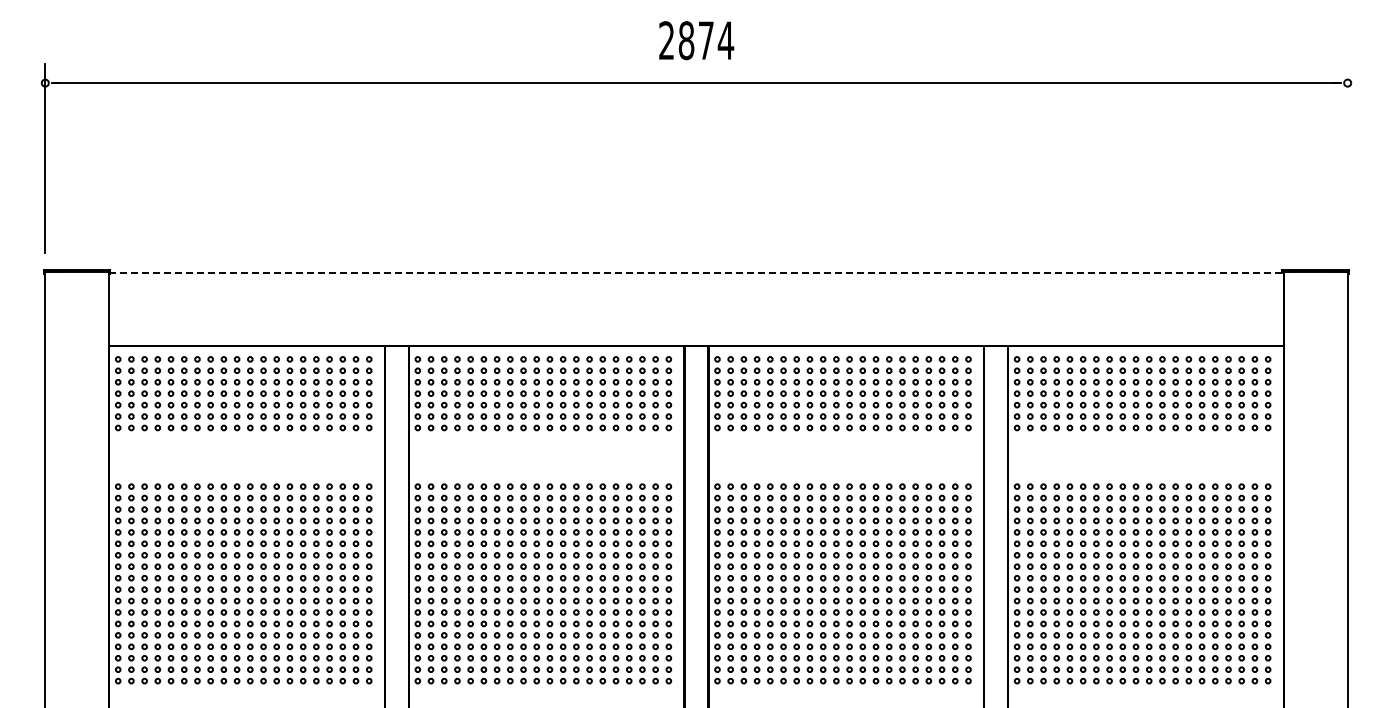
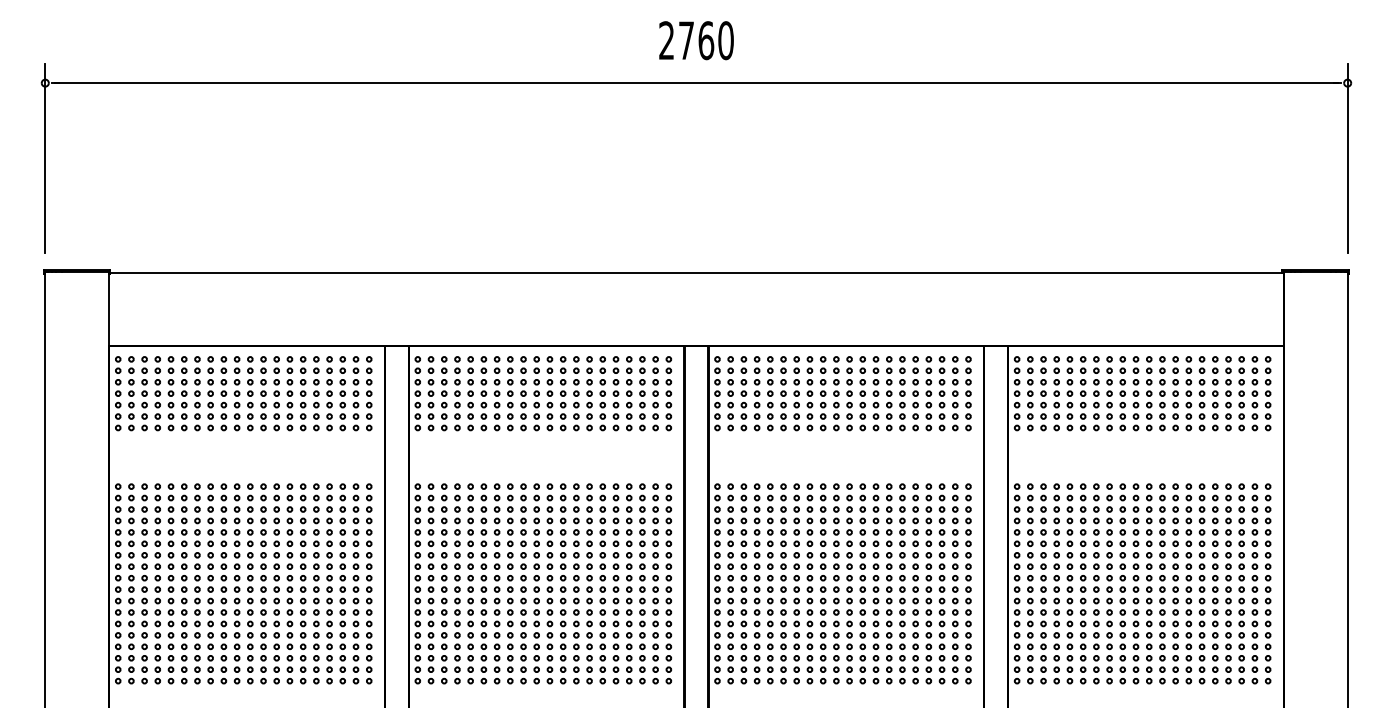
text at (706, 40): 2874 -> 2760
line at (1347, 158): none -> present
line at (696, 272): dashed -> solid
